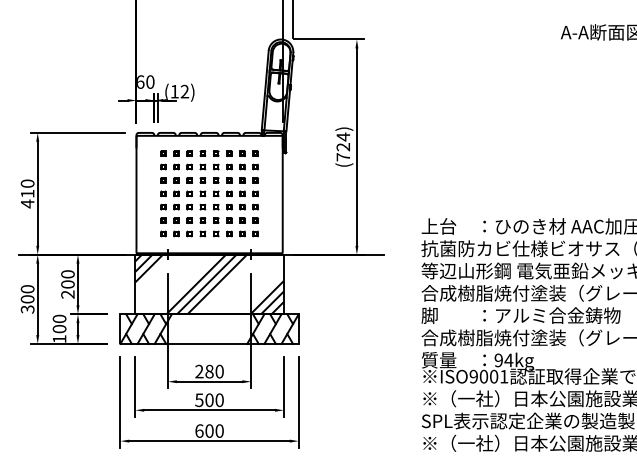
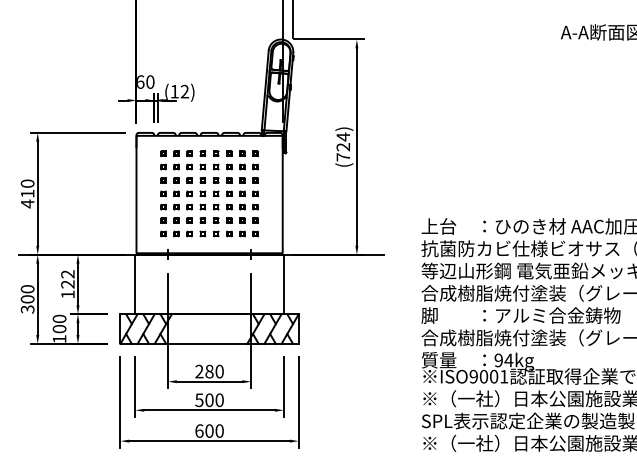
text at (67, 284): 200 -> 122
hatch at (209, 284): present -> none
